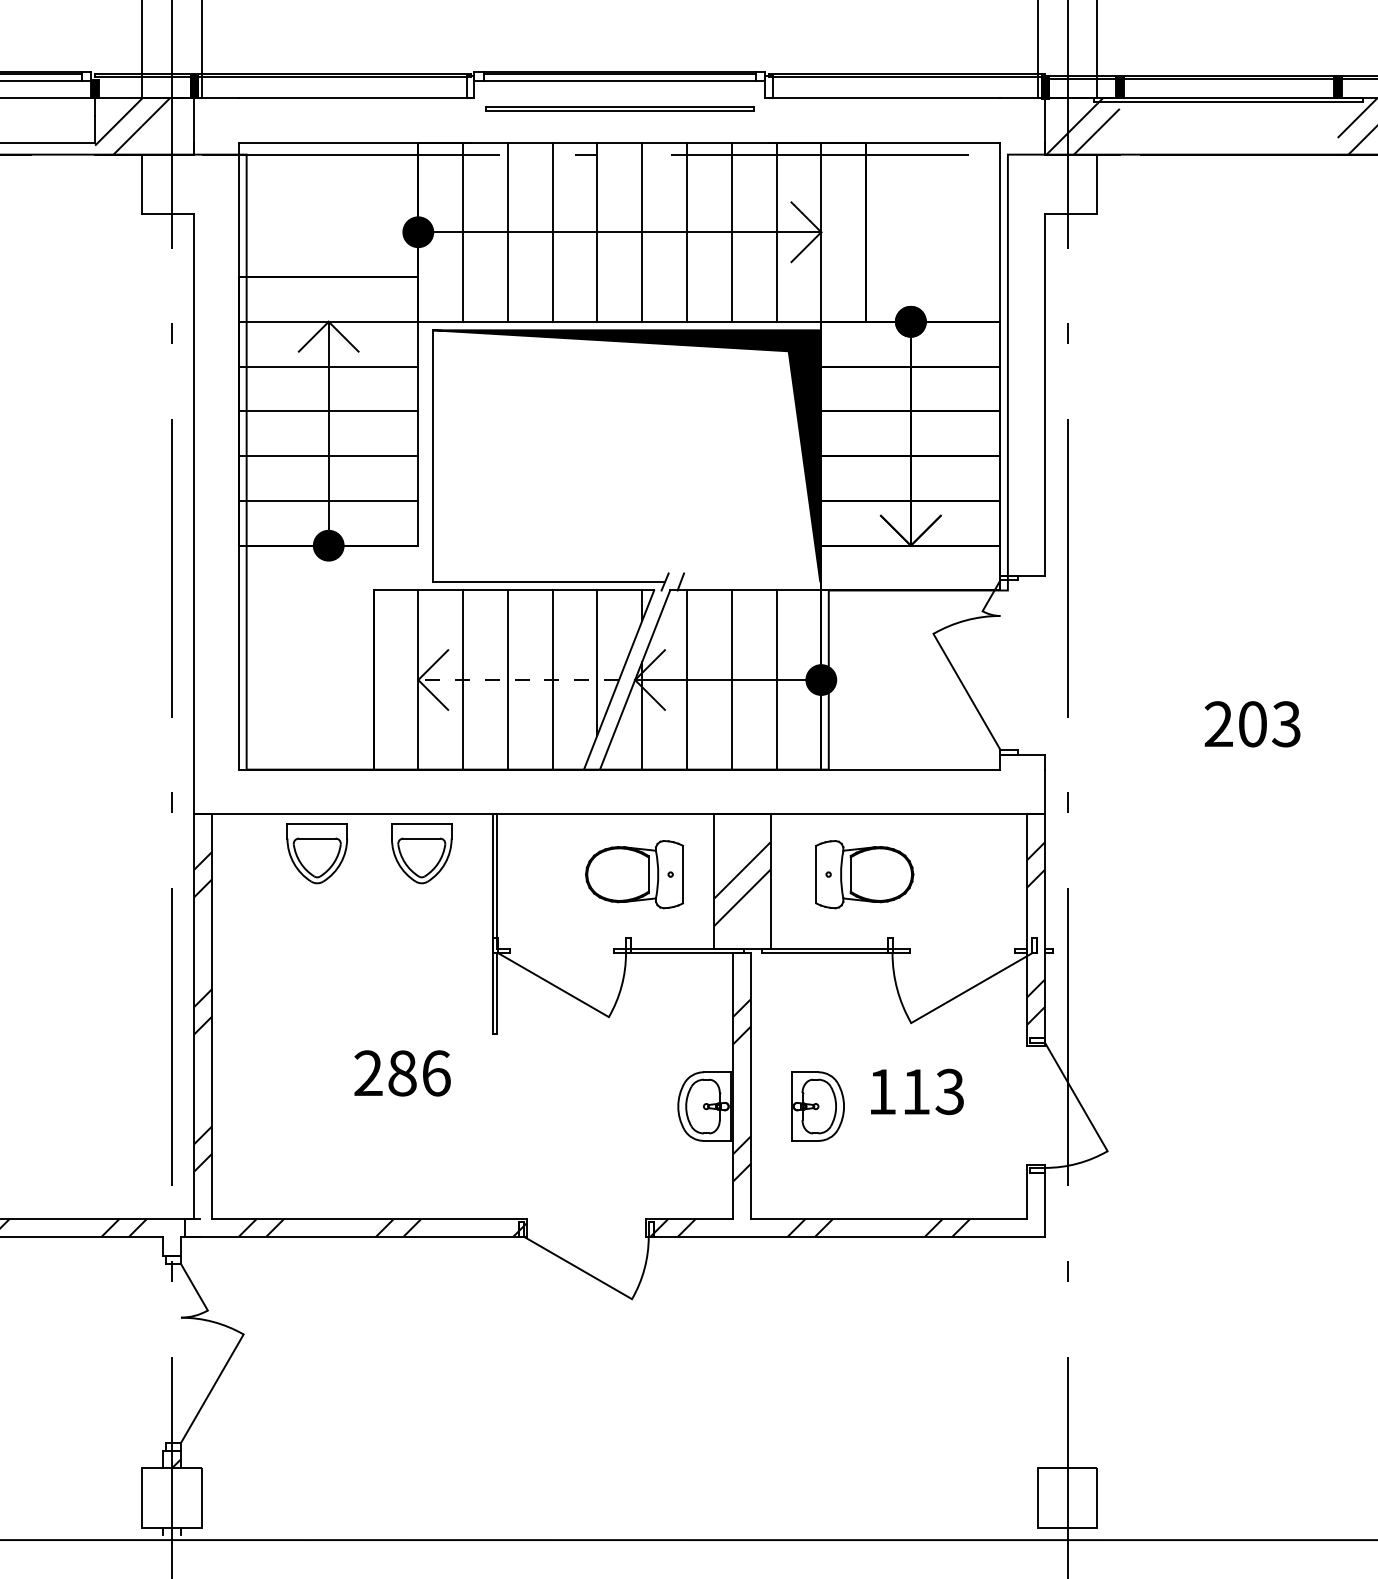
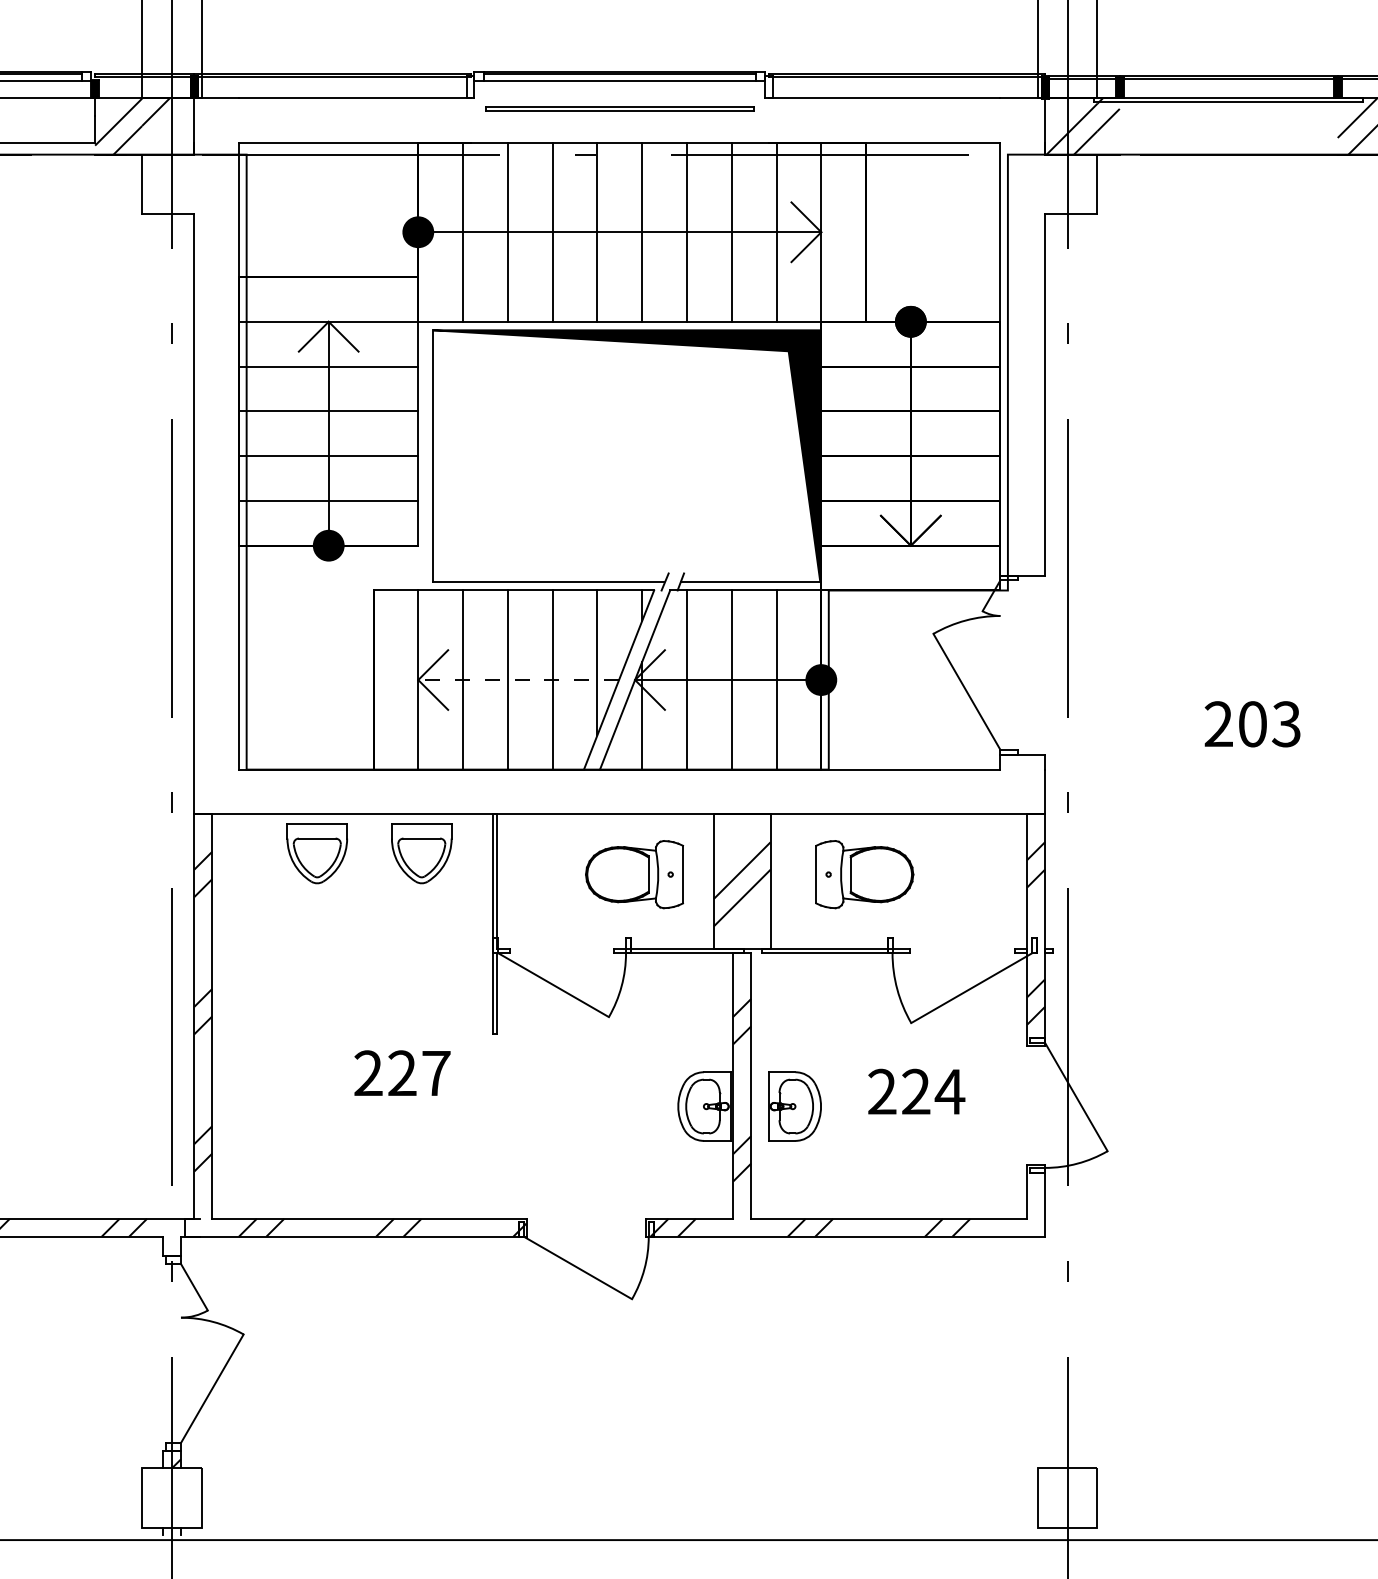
line at (750, 582): none -> present
text at (419, 1073): 286 -> 227
text at (916, 1091): 113 -> 224
part at (817, 1106) position: (817, 1106) -> (794, 1106)
